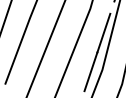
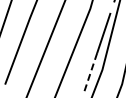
line at (91, 71): solid -> dashed
